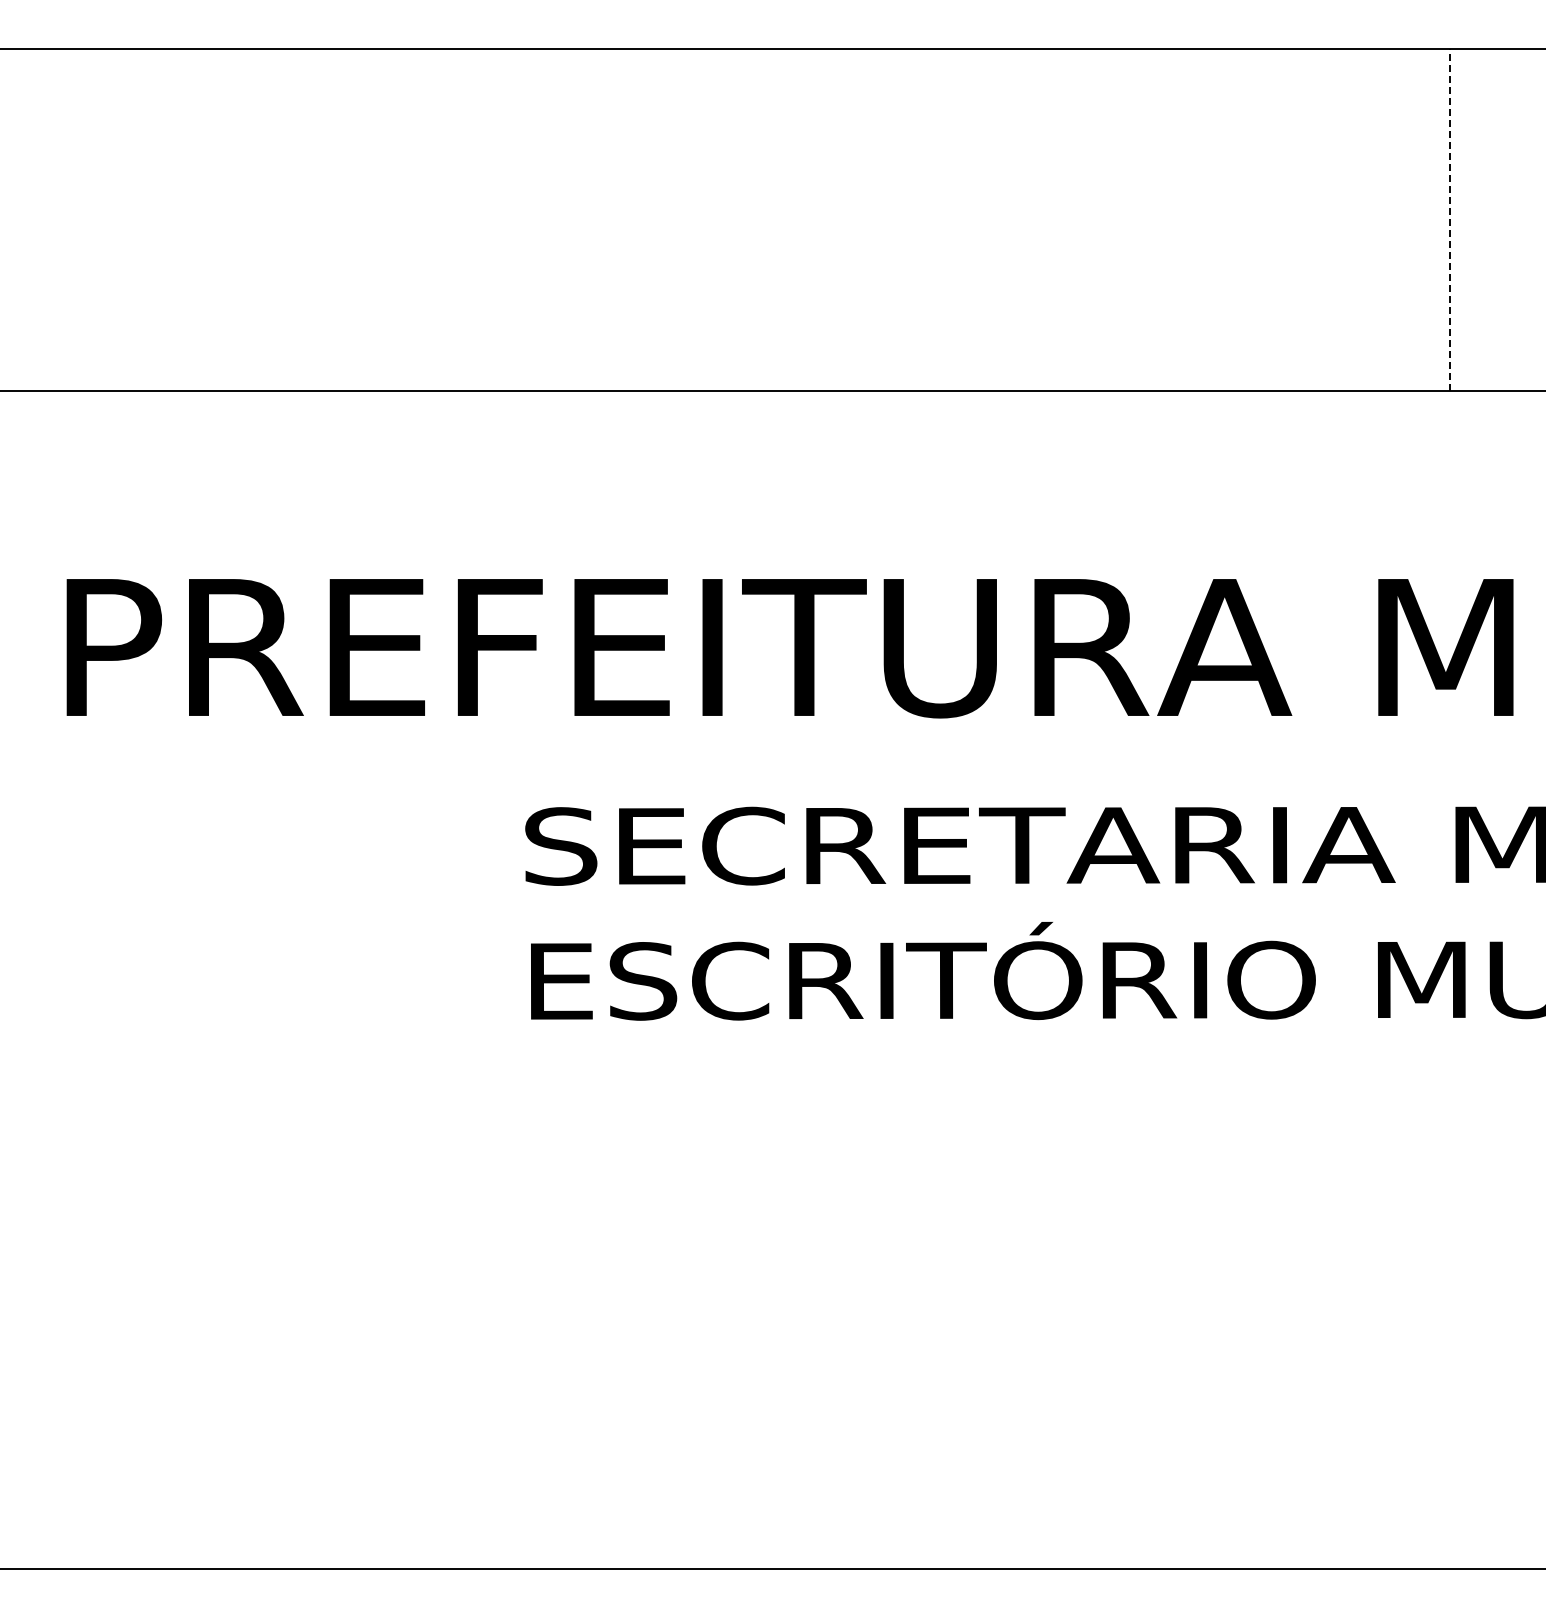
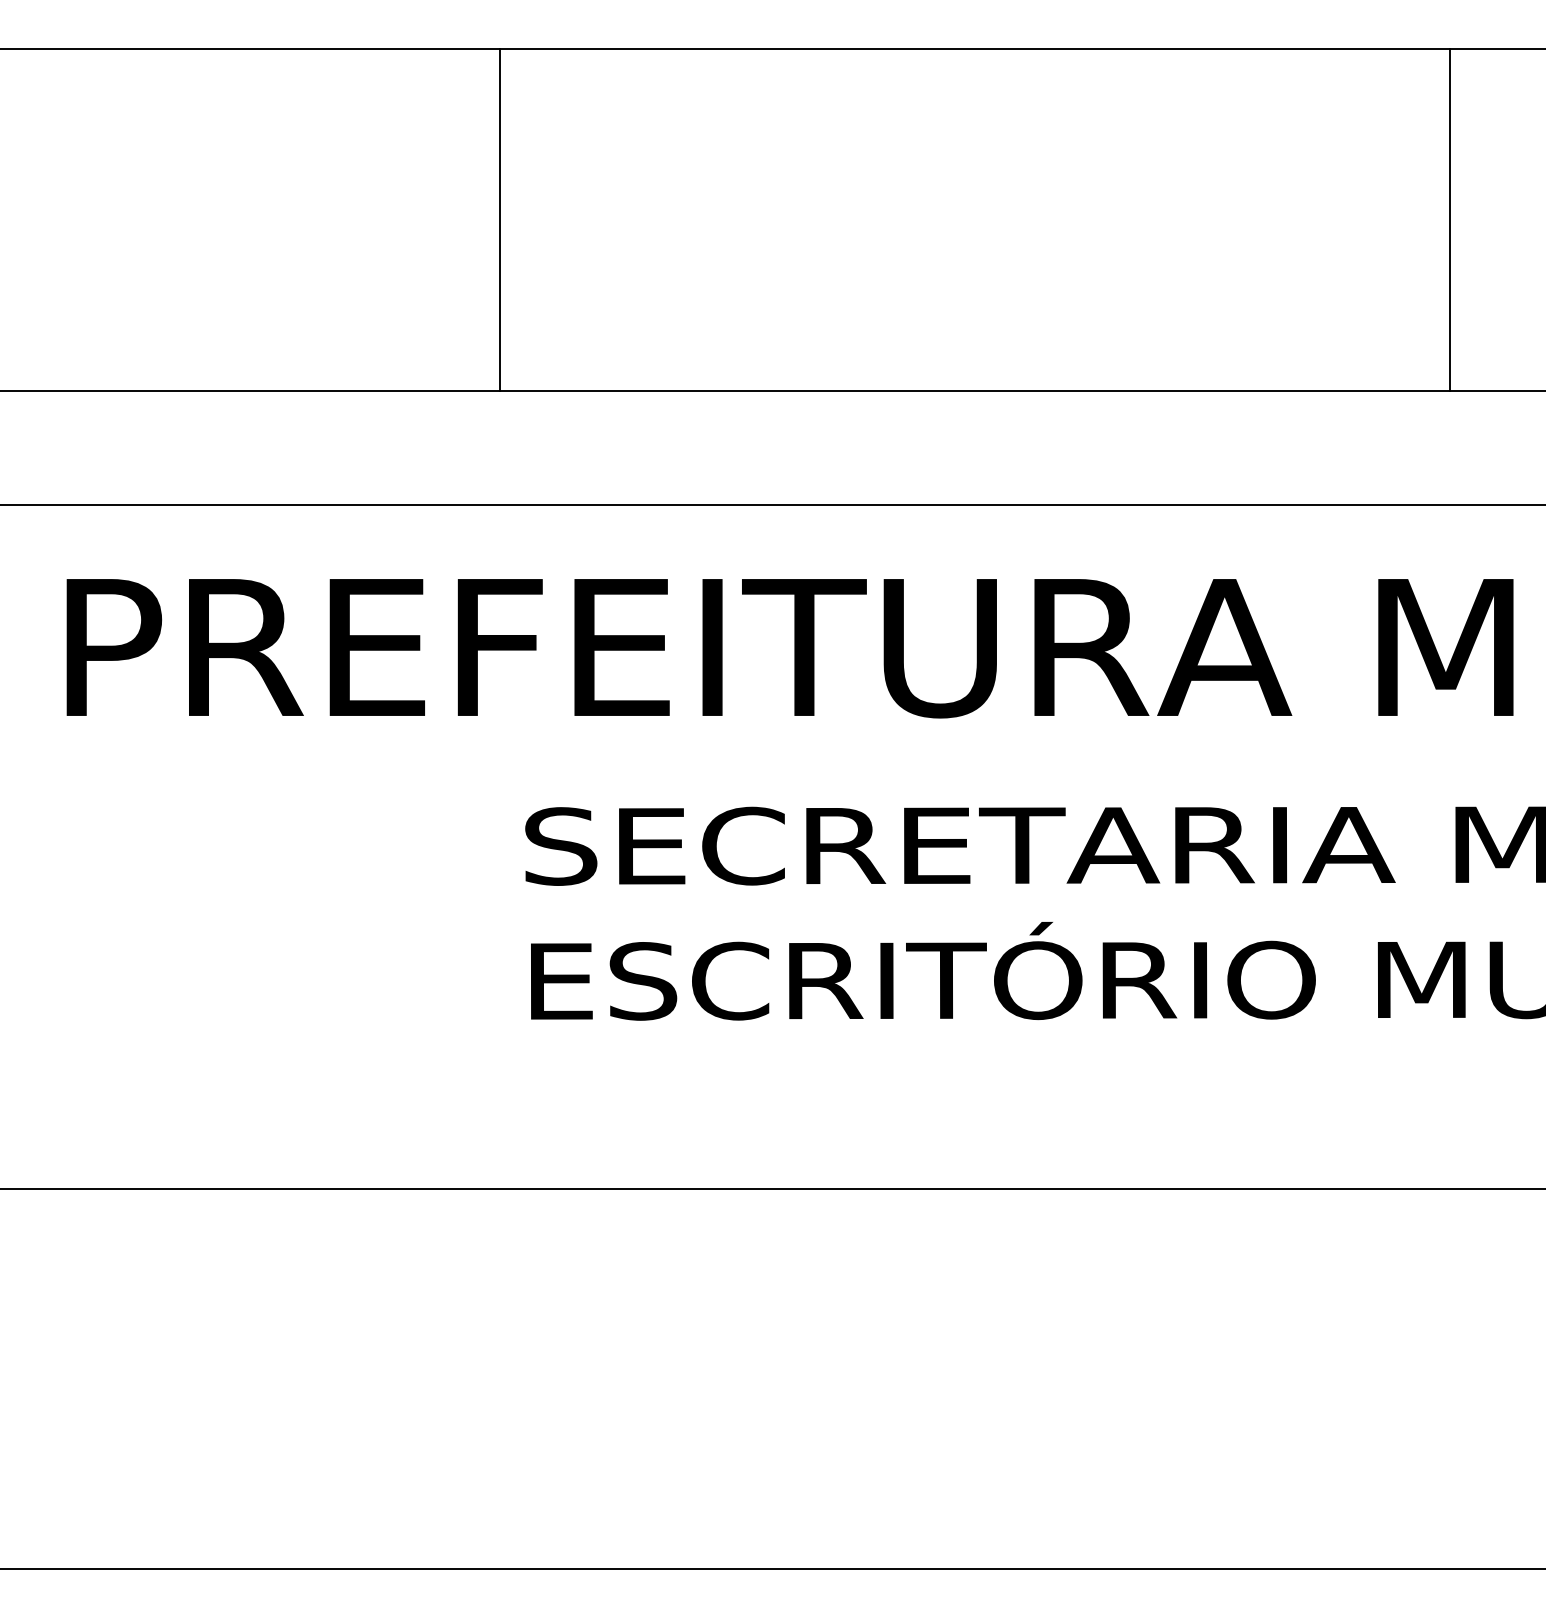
line at (499, 219): none -> present
line at (1450, 219): dashed -> solid
line at (772, 504): none -> present
line at (772, 1189): none -> present
